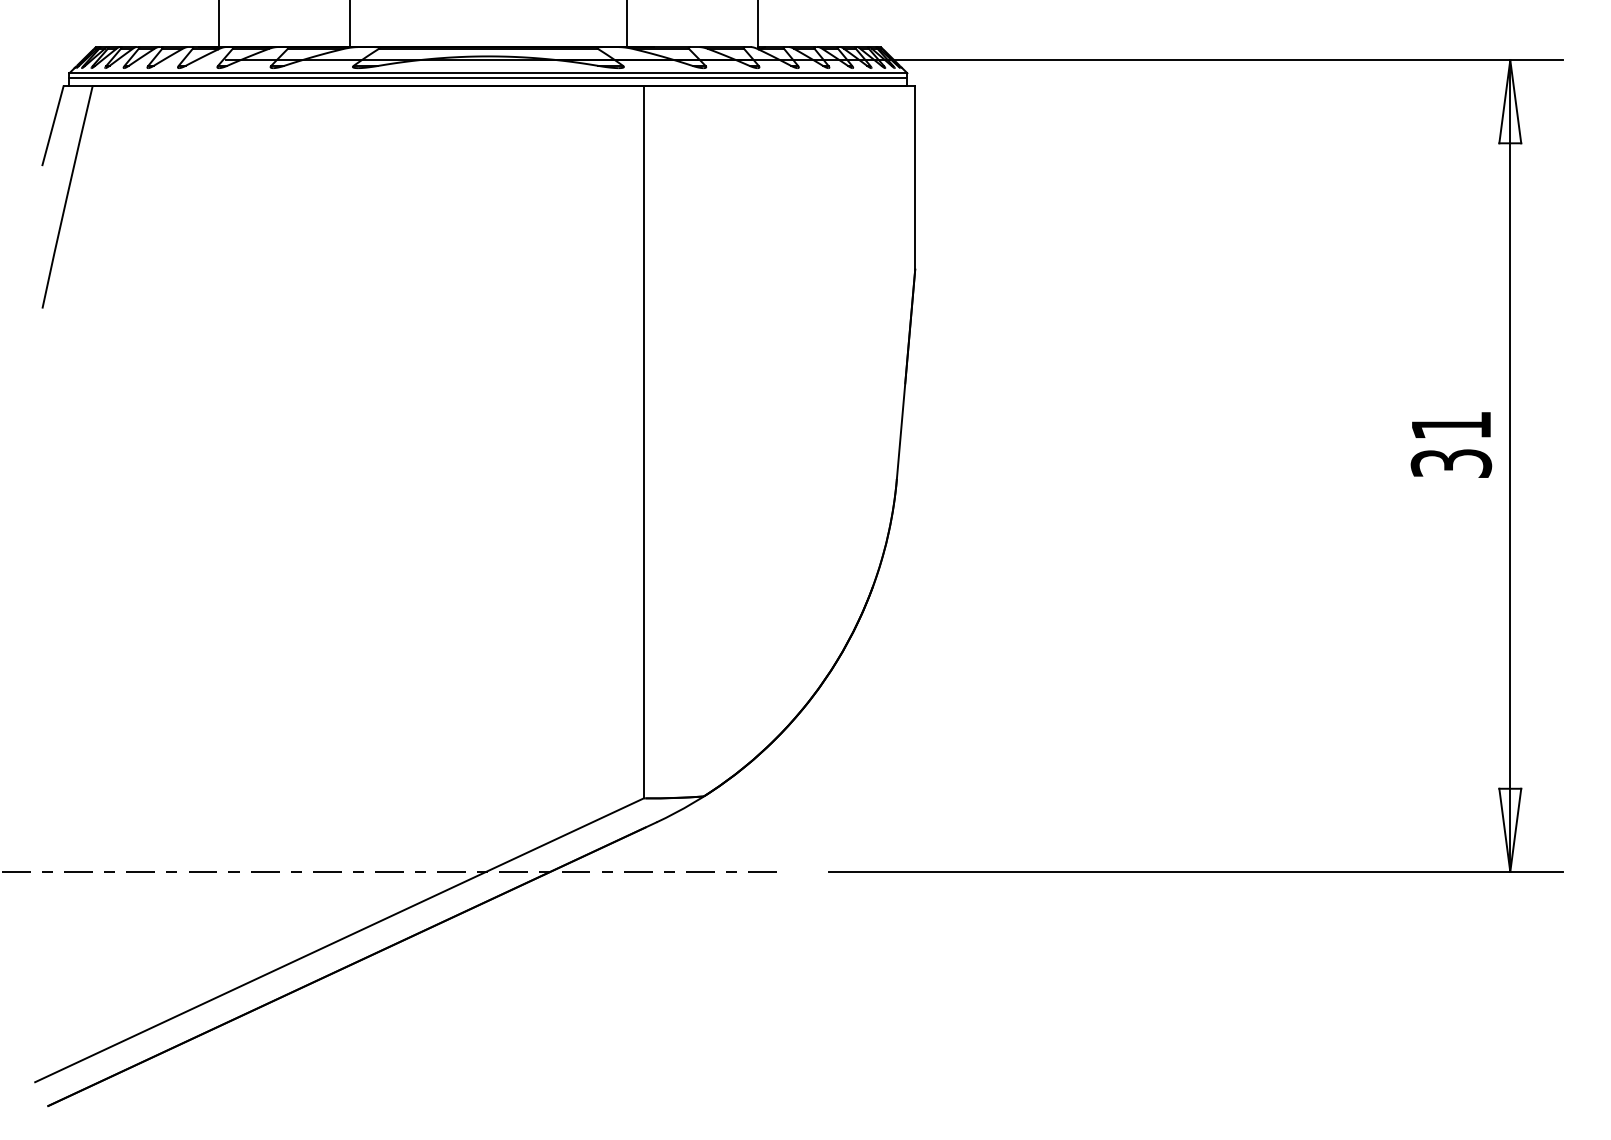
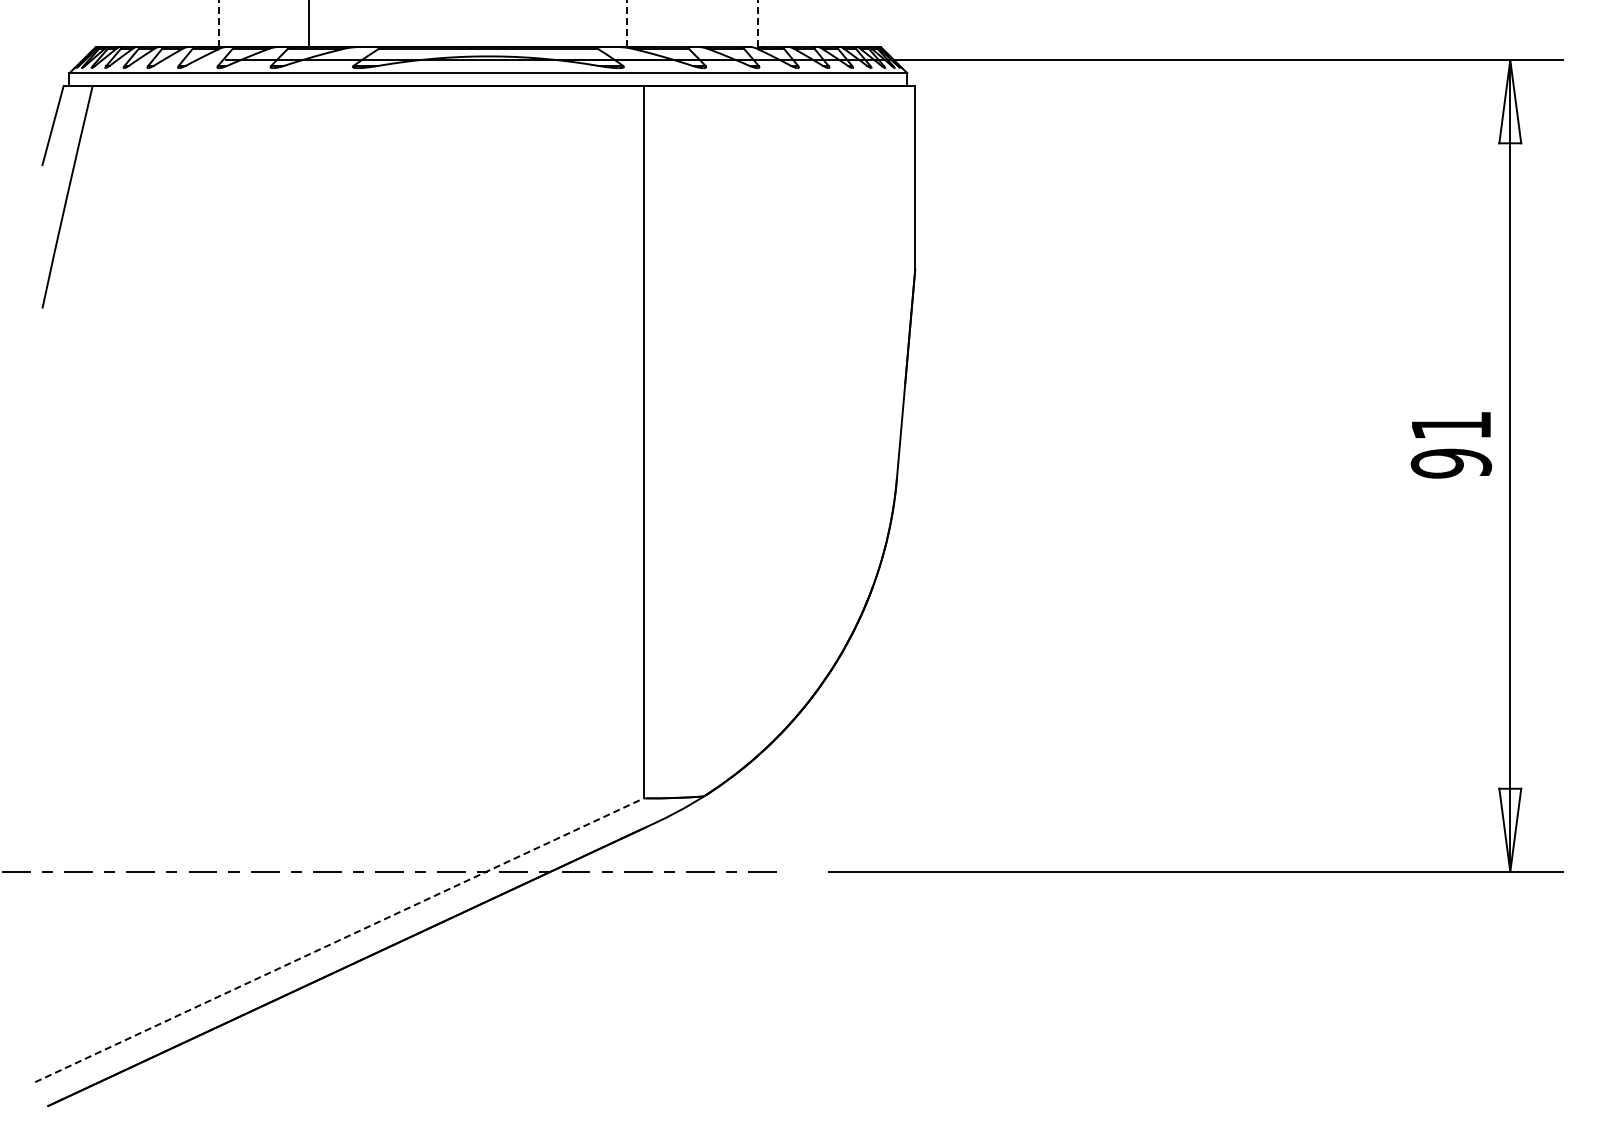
line at (219, 23): solid -> dashed
line at (626, 23): solid -> dashed
line at (757, 23): solid -> dashed
line at (350, 24) position: (350, 24) -> (309, 24)
line at (488, 77): present -> none
text at (1450, 463): 31 -> 91
line at (339, 940): solid -> dashed
